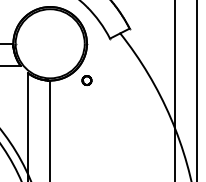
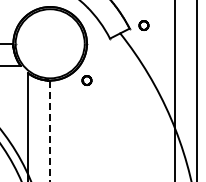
part at (143, 25): none -> present
line at (50, 131): solid -> dashed
